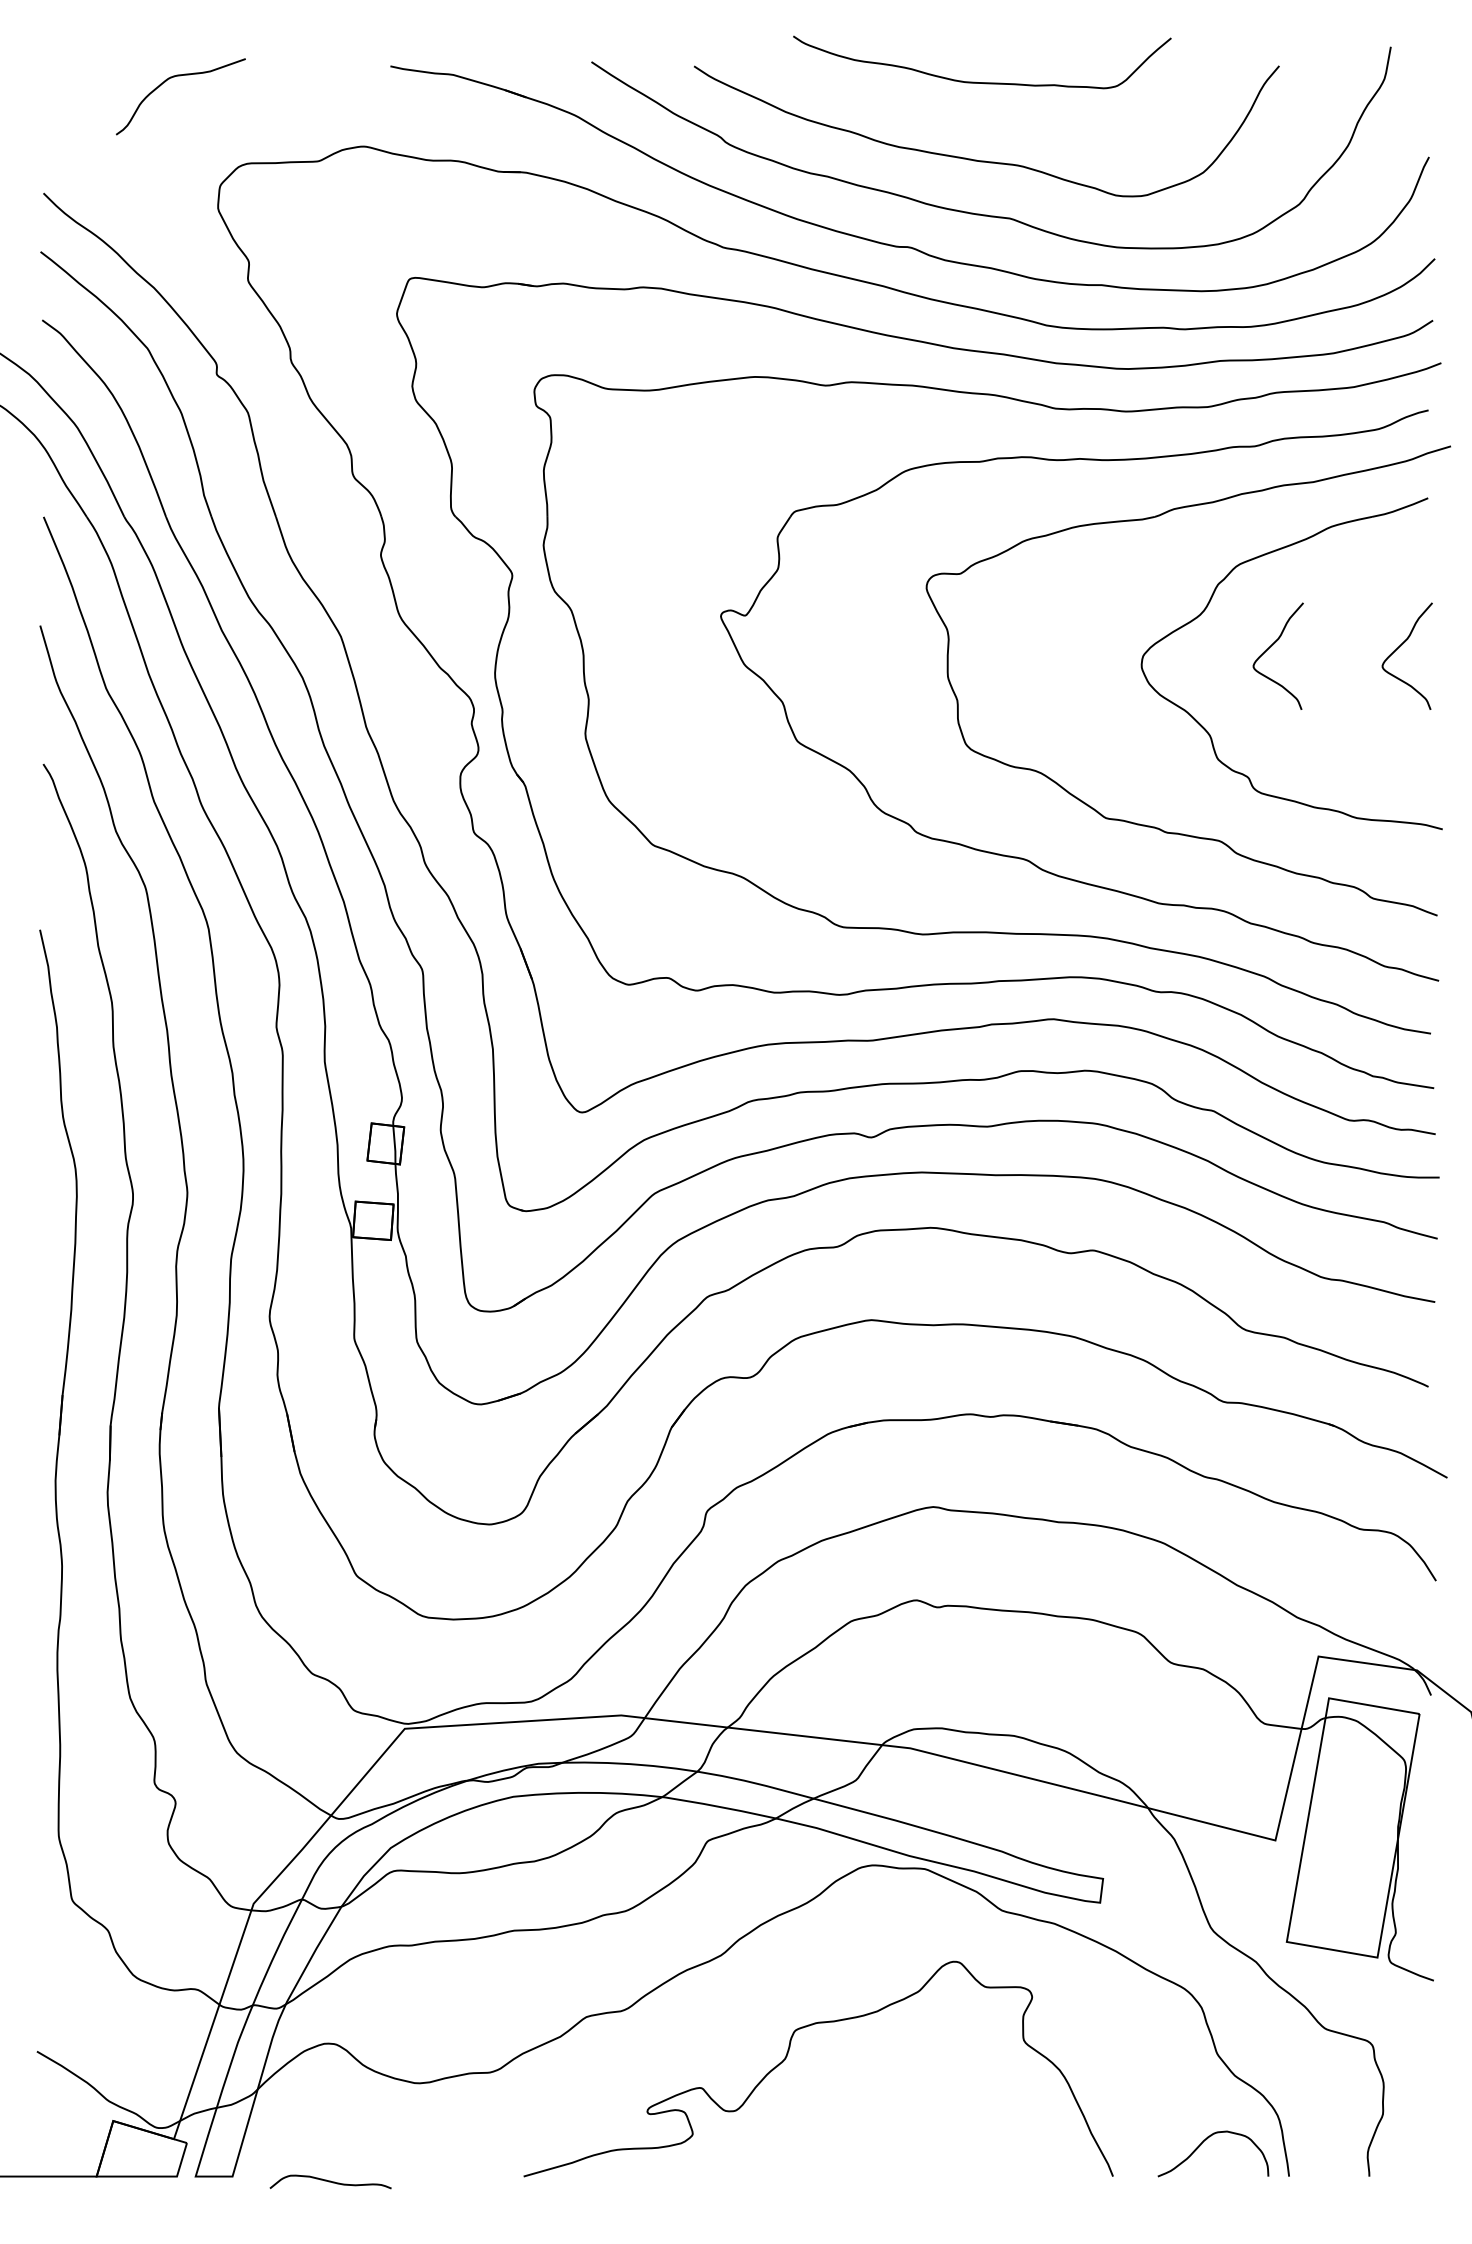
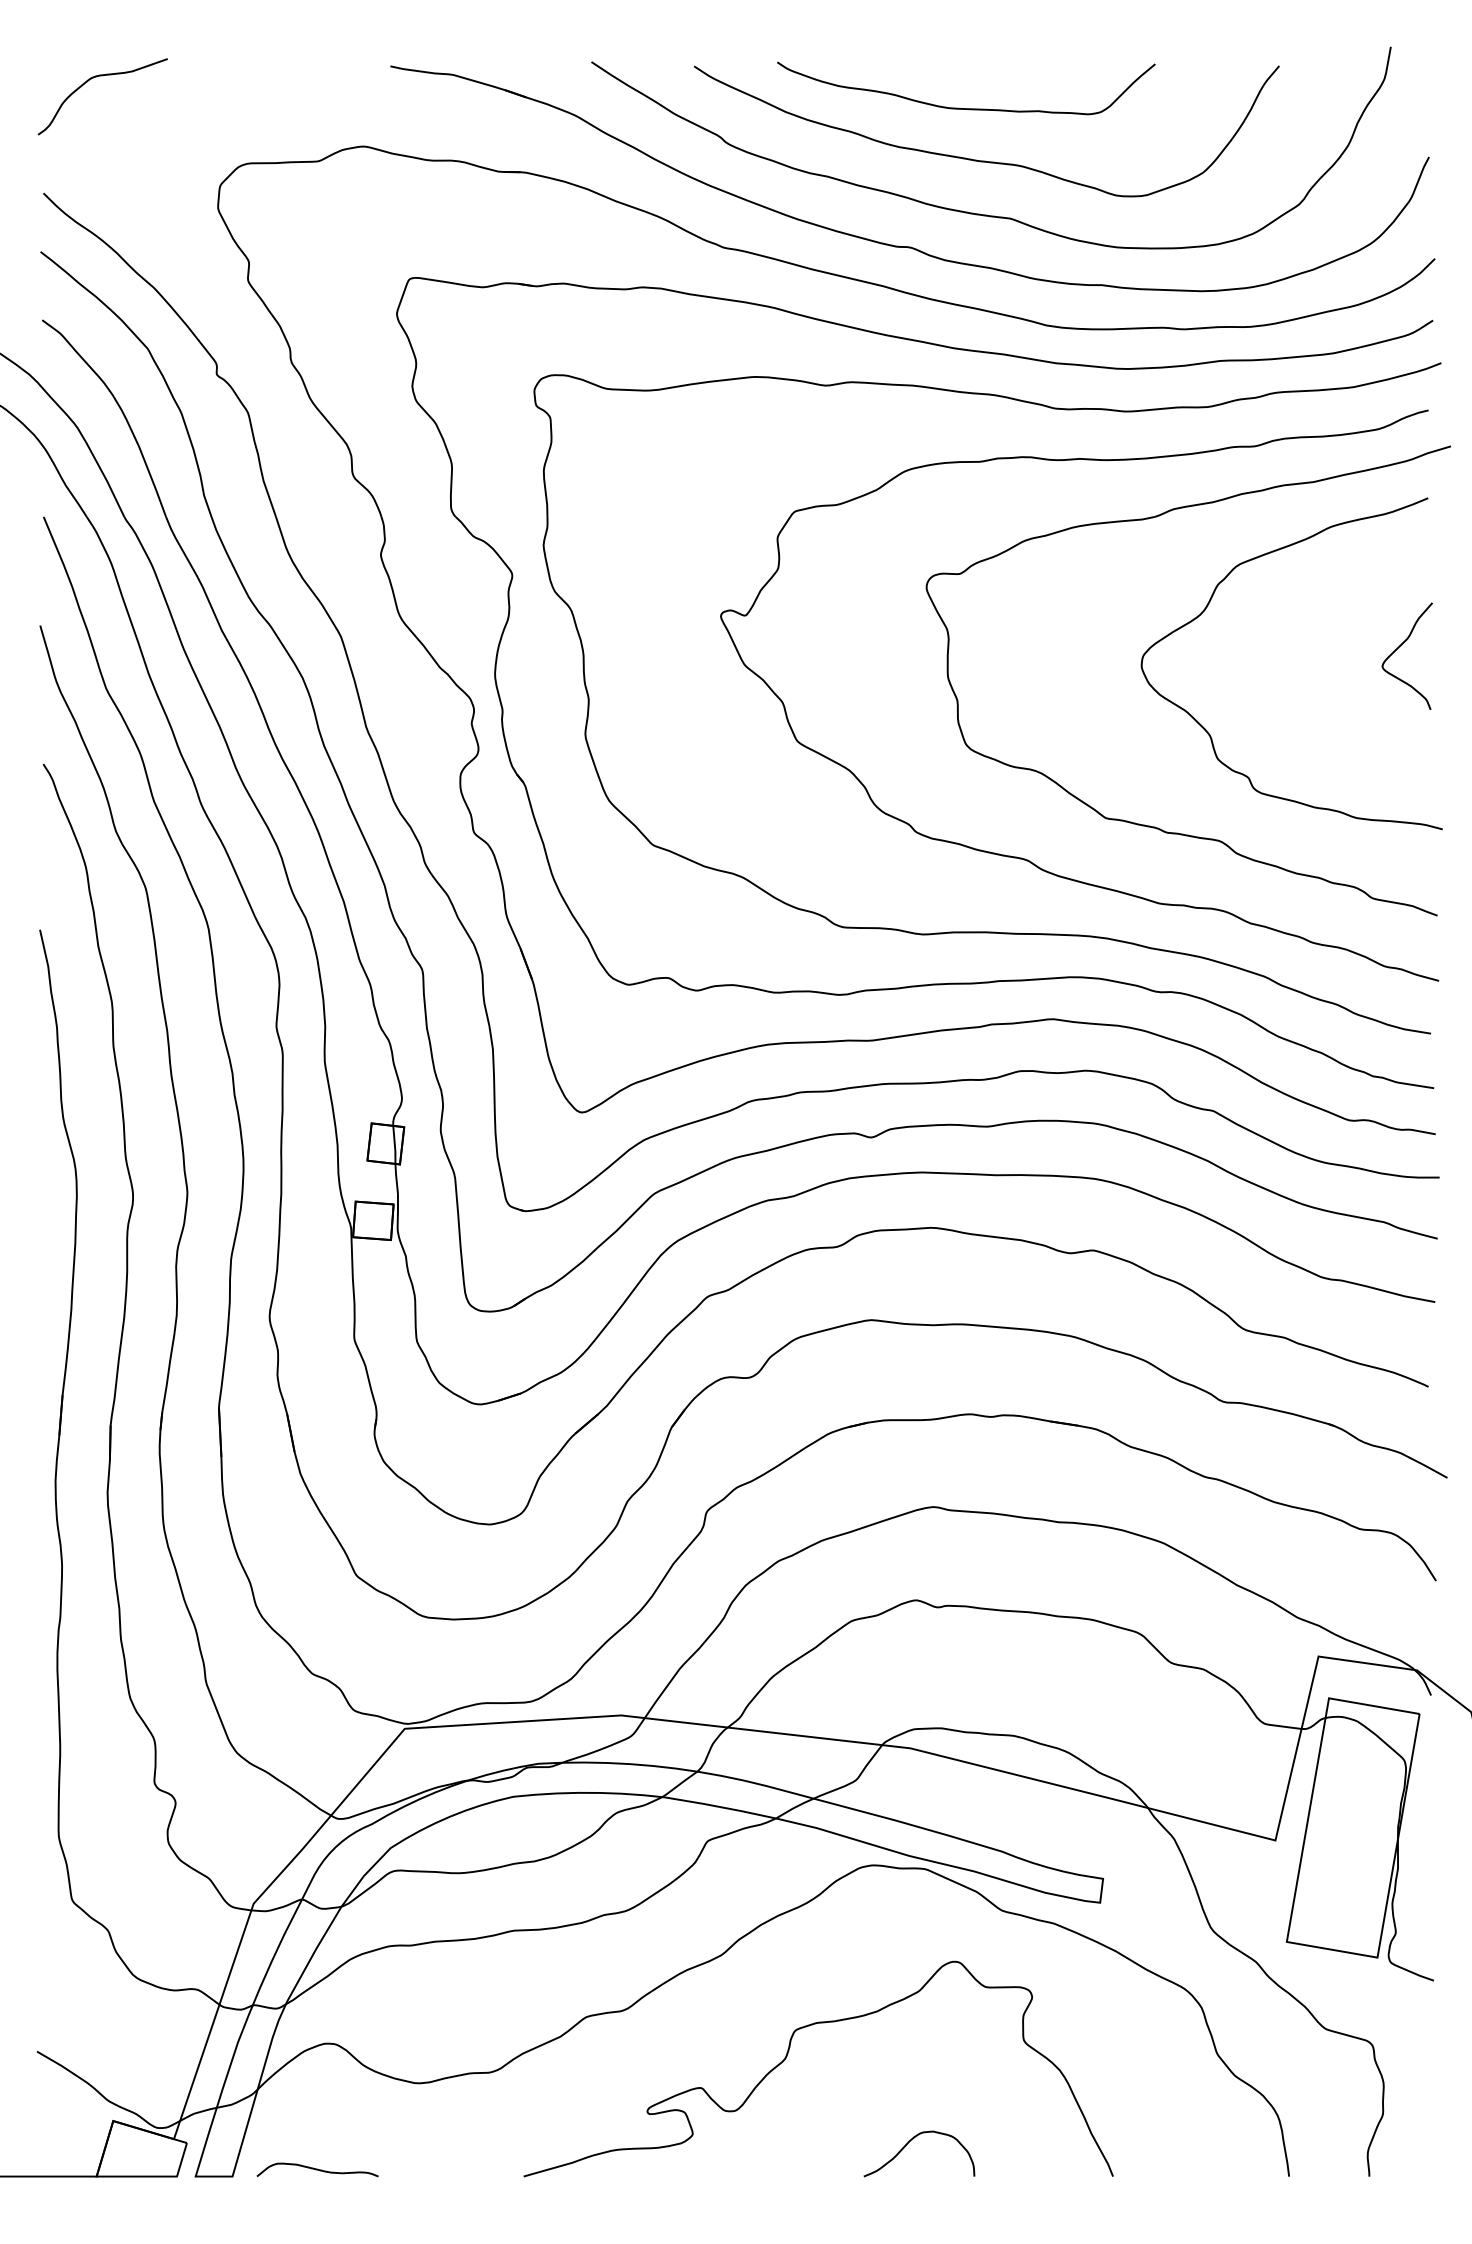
curve at (174, 77) position: (174, 77) -> (96, 77)
curve at (982, 82) position: (982, 82) -> (966, 108)
curve at (1270, 647): present -> none
curve at (1200, 2146) position: (1200, 2146) -> (906, 2146)
curve at (330, 2181) position: (330, 2181) -> (317, 2169)
